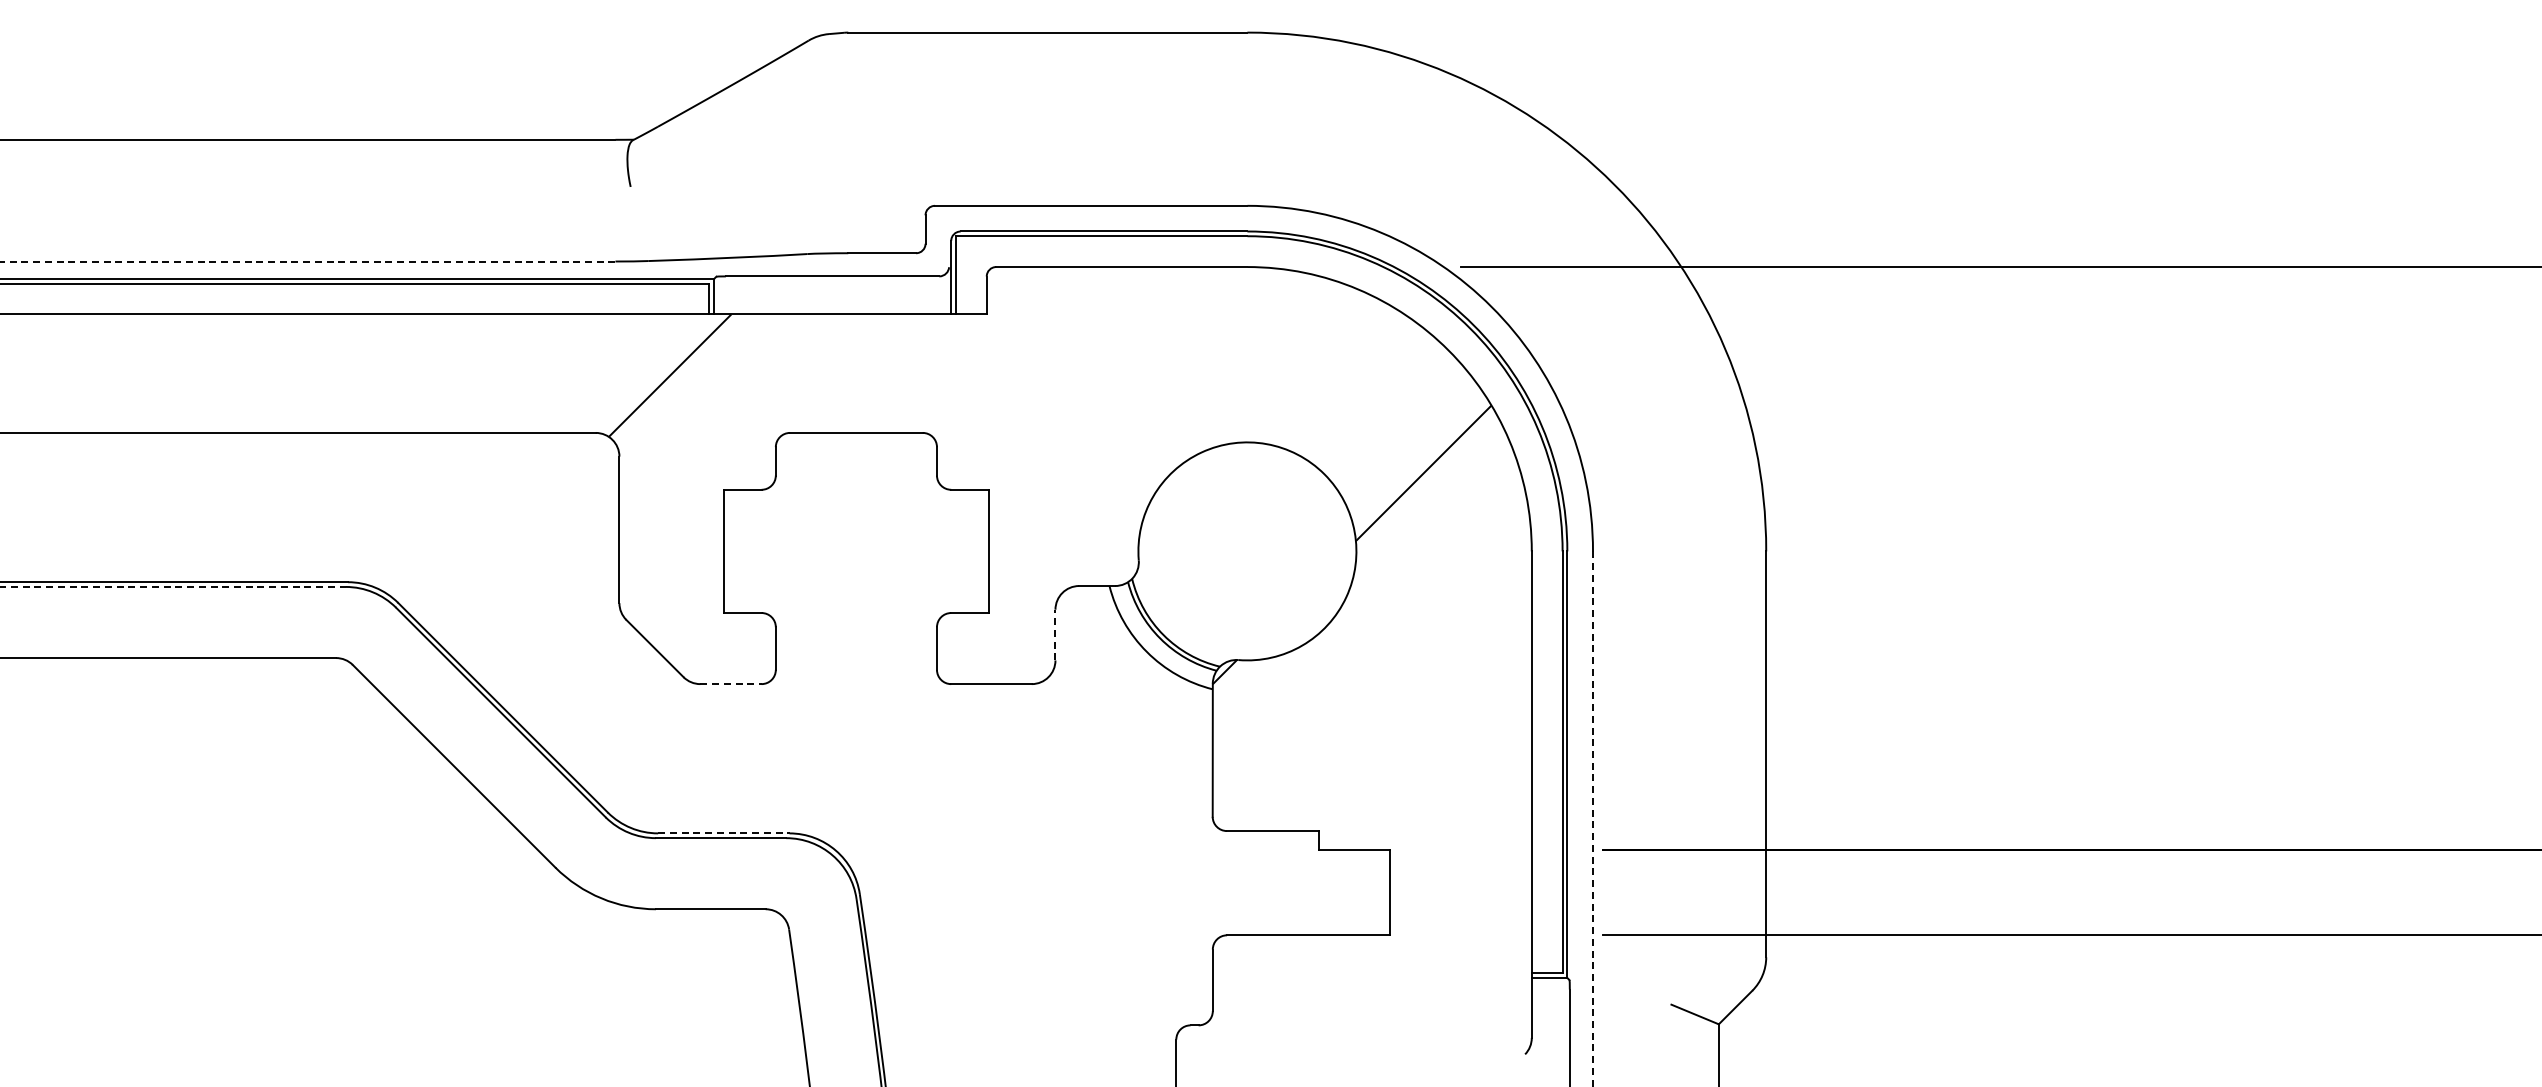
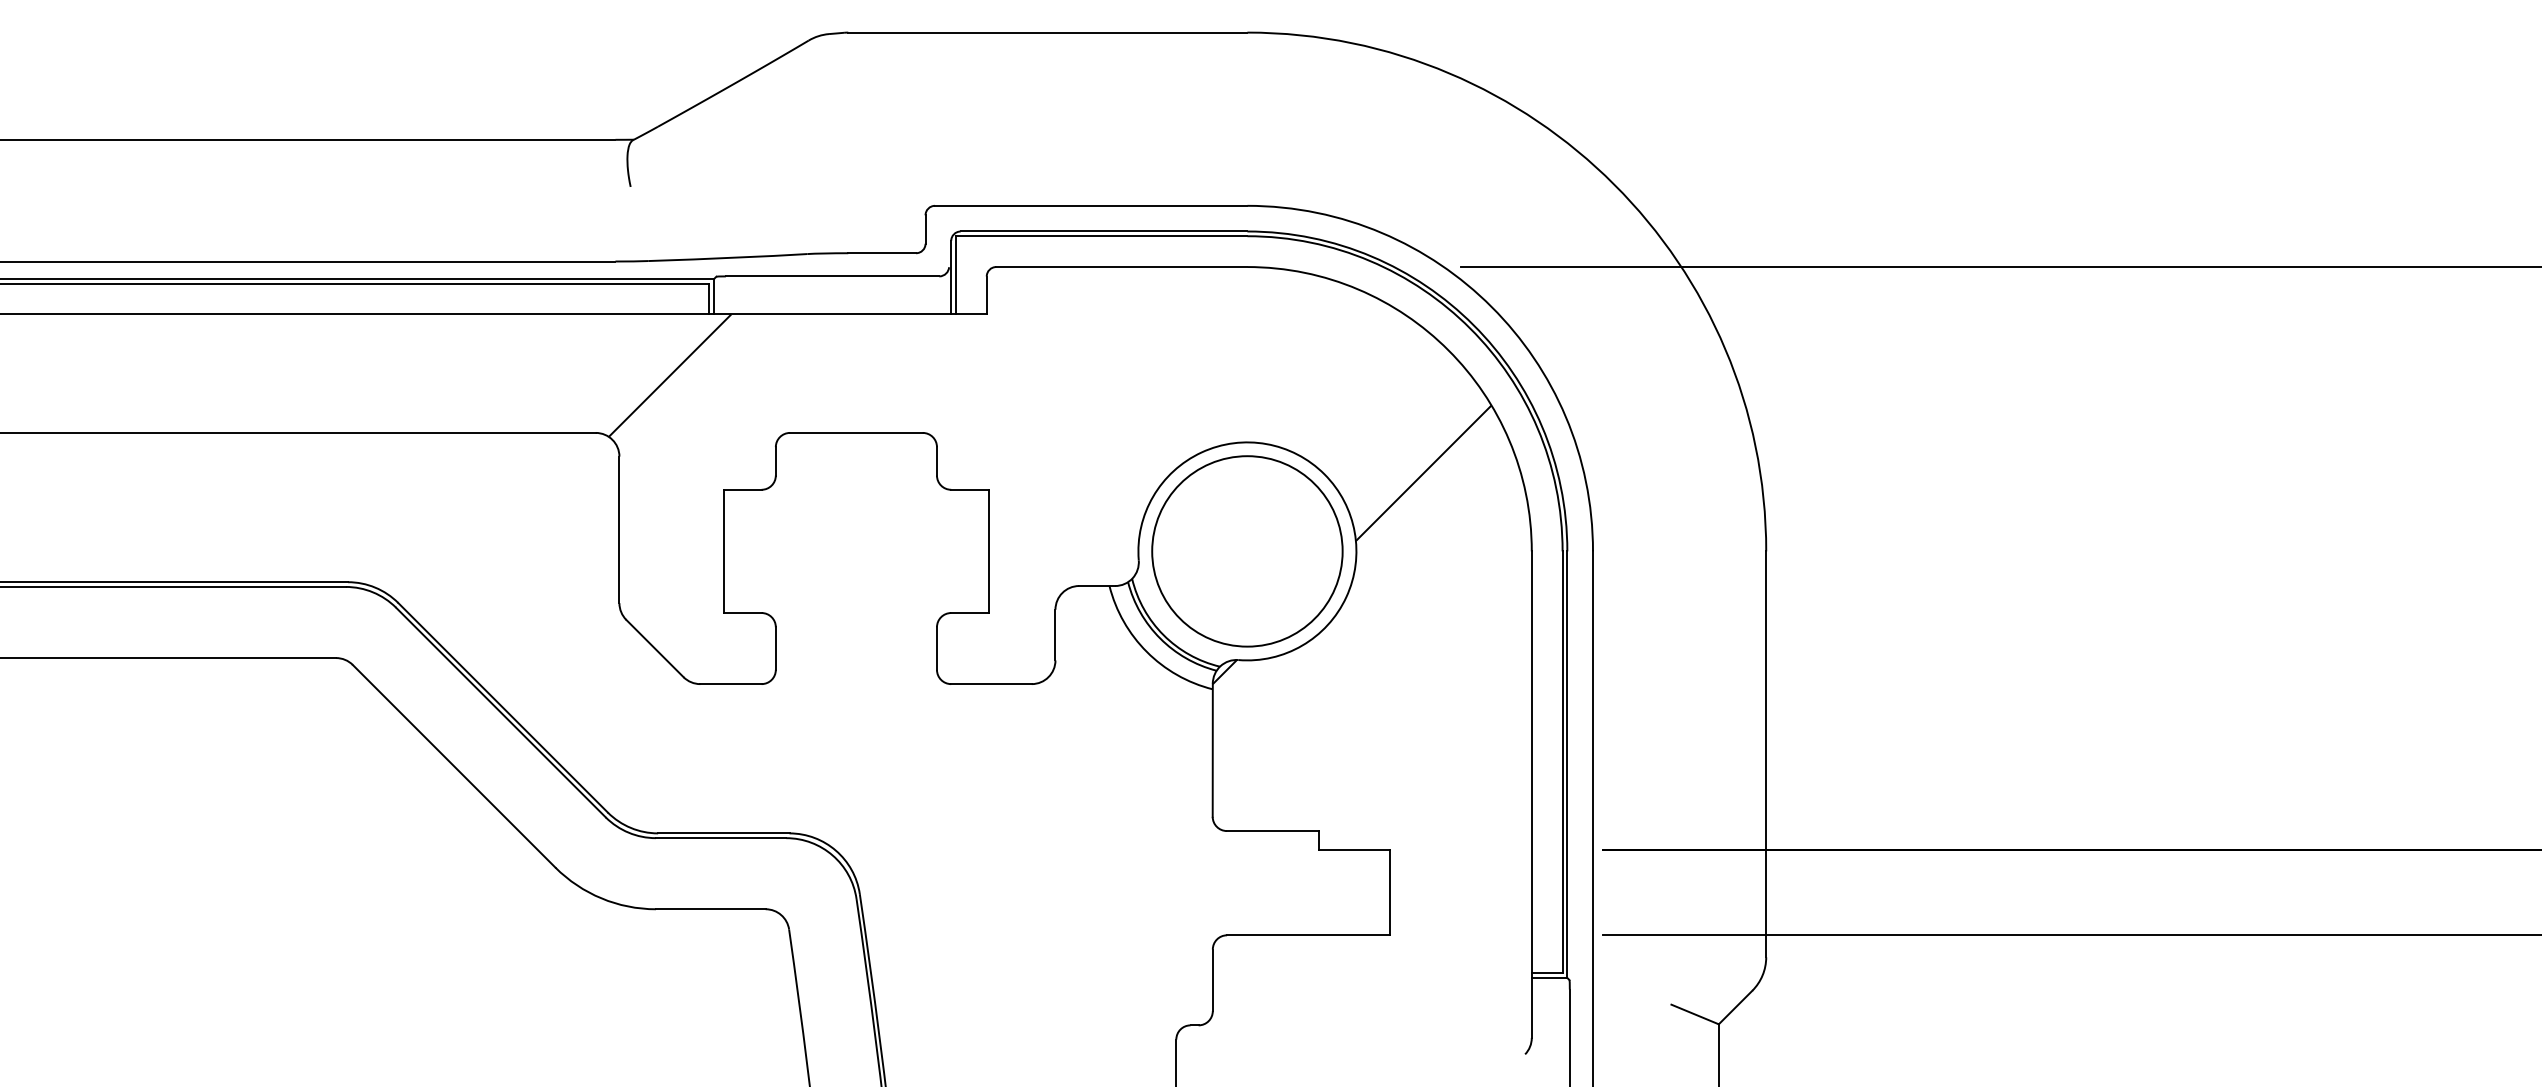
line at (307, 261): dashed -> solid
circle at (1247, 551): none -> present
line at (173, 586): dashed -> solid
line at (1055, 634): dashed -> solid
line at (730, 684): dashed -> solid
line at (1593, 819): dashed -> solid
line at (723, 833): dashed -> solid
